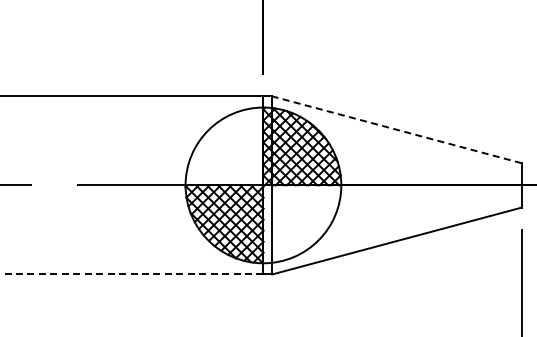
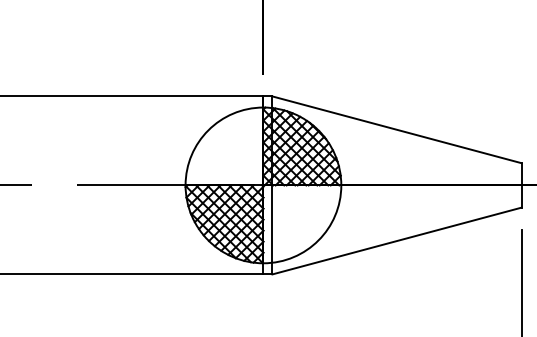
line at (396, 129): dashed -> solid
line at (131, 274): dashed -> solid
